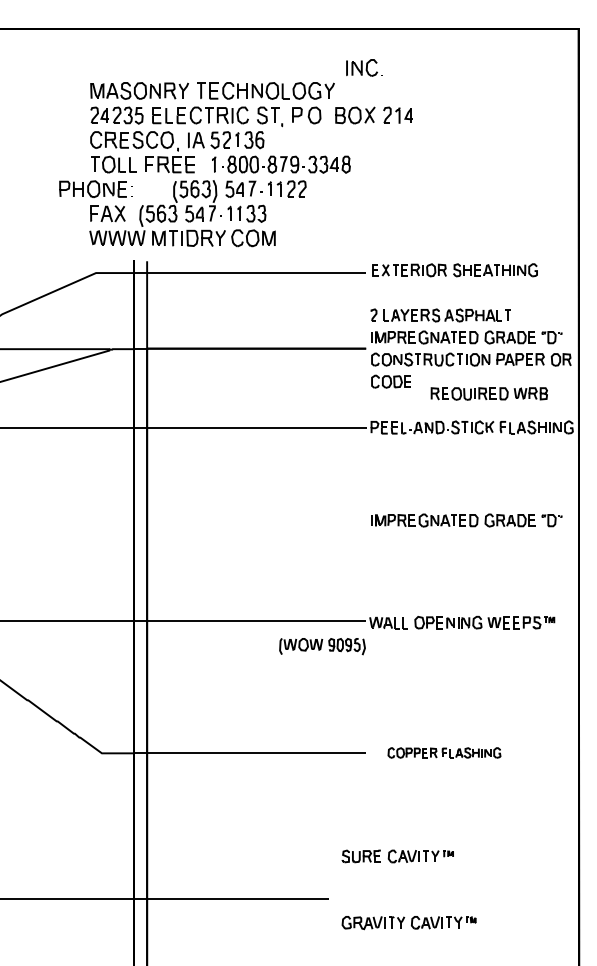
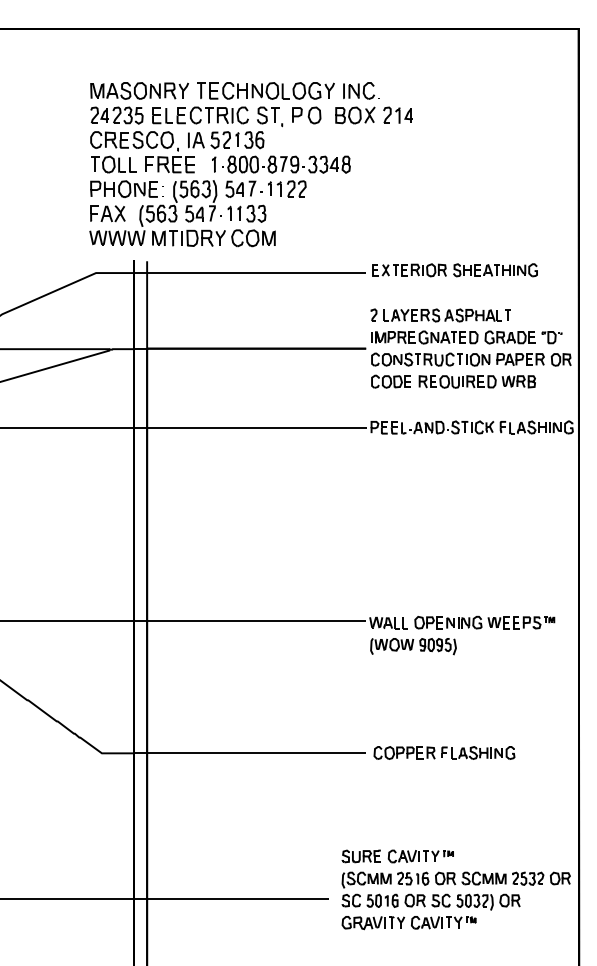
part at (364, 67) position: (364, 67) -> (361, 90)
part at (95, 188) position: (95, 188) -> (126, 188)
part at (488, 393) position: (488, 393) -> (476, 381)
part at (466, 520): present -> none
part at (322, 646) position: (322, 646) -> (413, 646)
part at (444, 752) size: 115x12 px -> 143x14 px
part at (455, 890): none -> present
